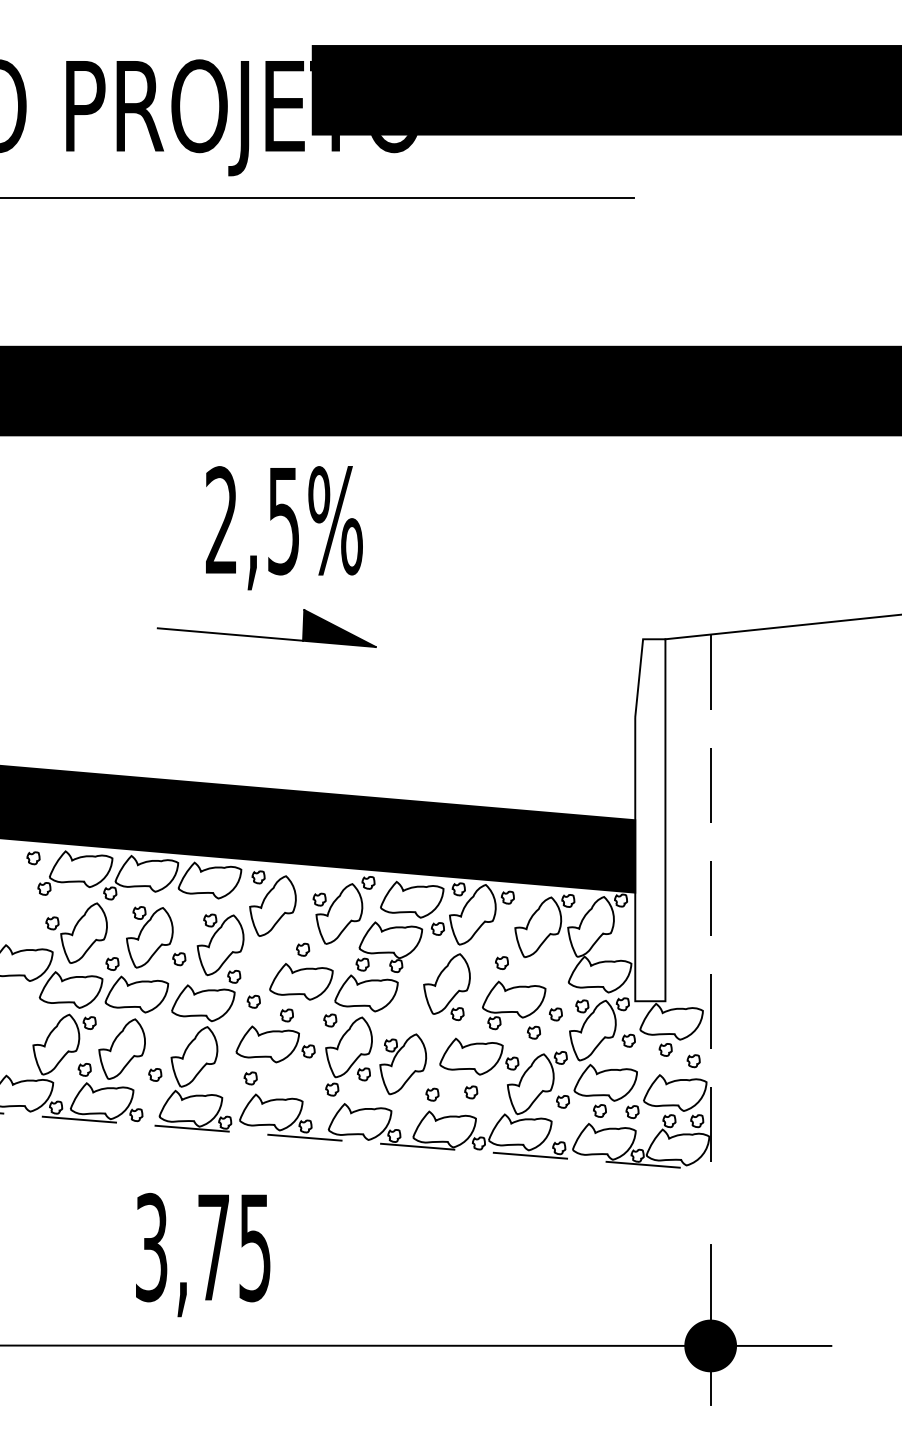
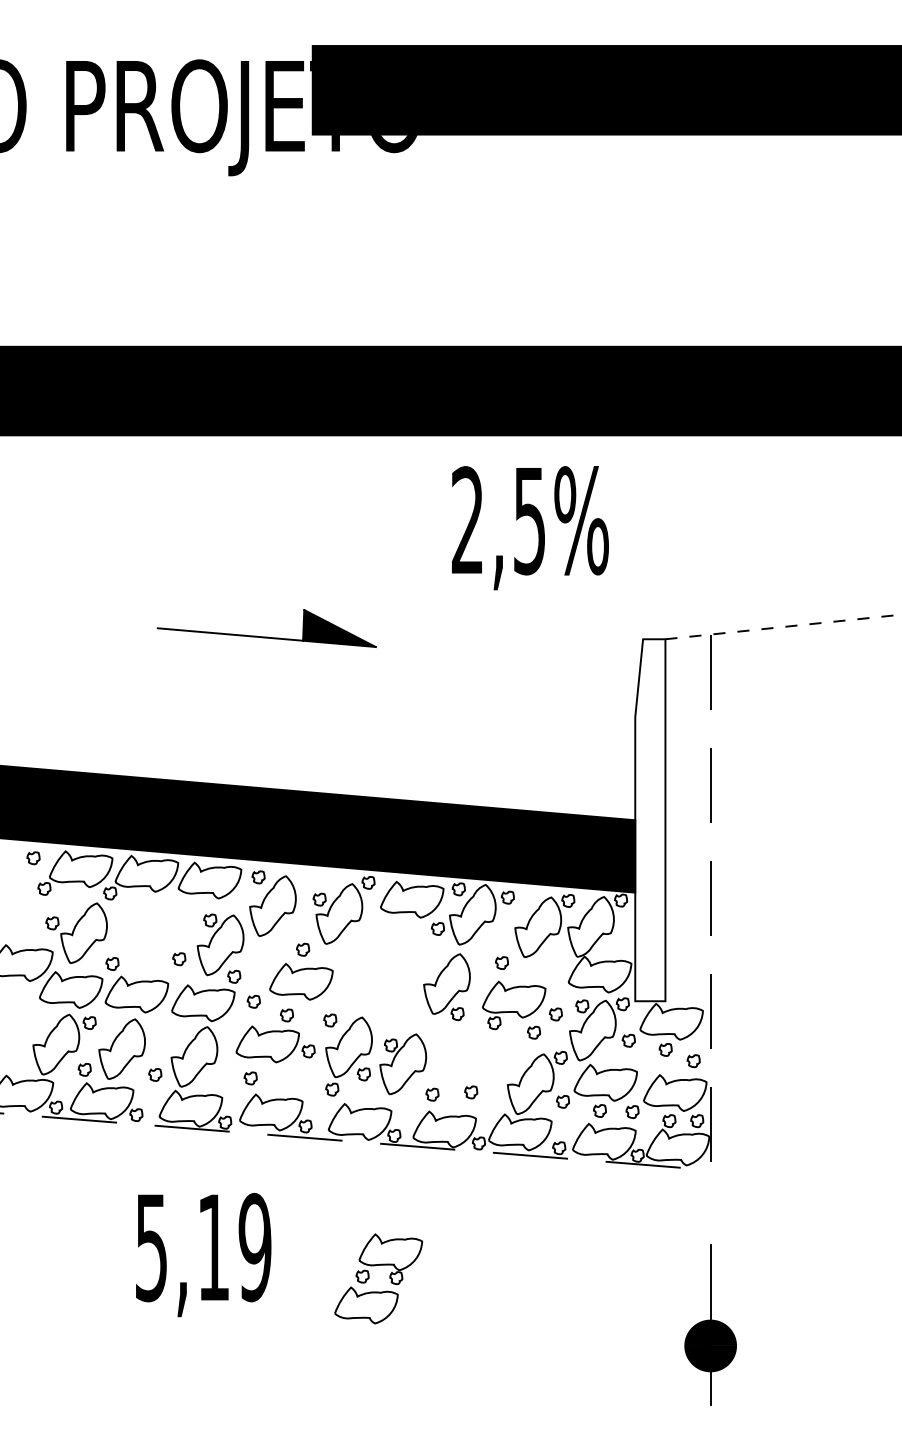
line at (317, 197): present -> none
text at (284, 528) position: (284, 528) -> (530, 528)
line at (783, 626): solid -> dashed
part at (149, 937): present -> none
part at (369, 966) position: (369, 966) -> (369, 1278)
part at (479, 1056): present -> none
text at (203, 1247): 3,75 -> 5,19
line at (416, 1345): present -> none
